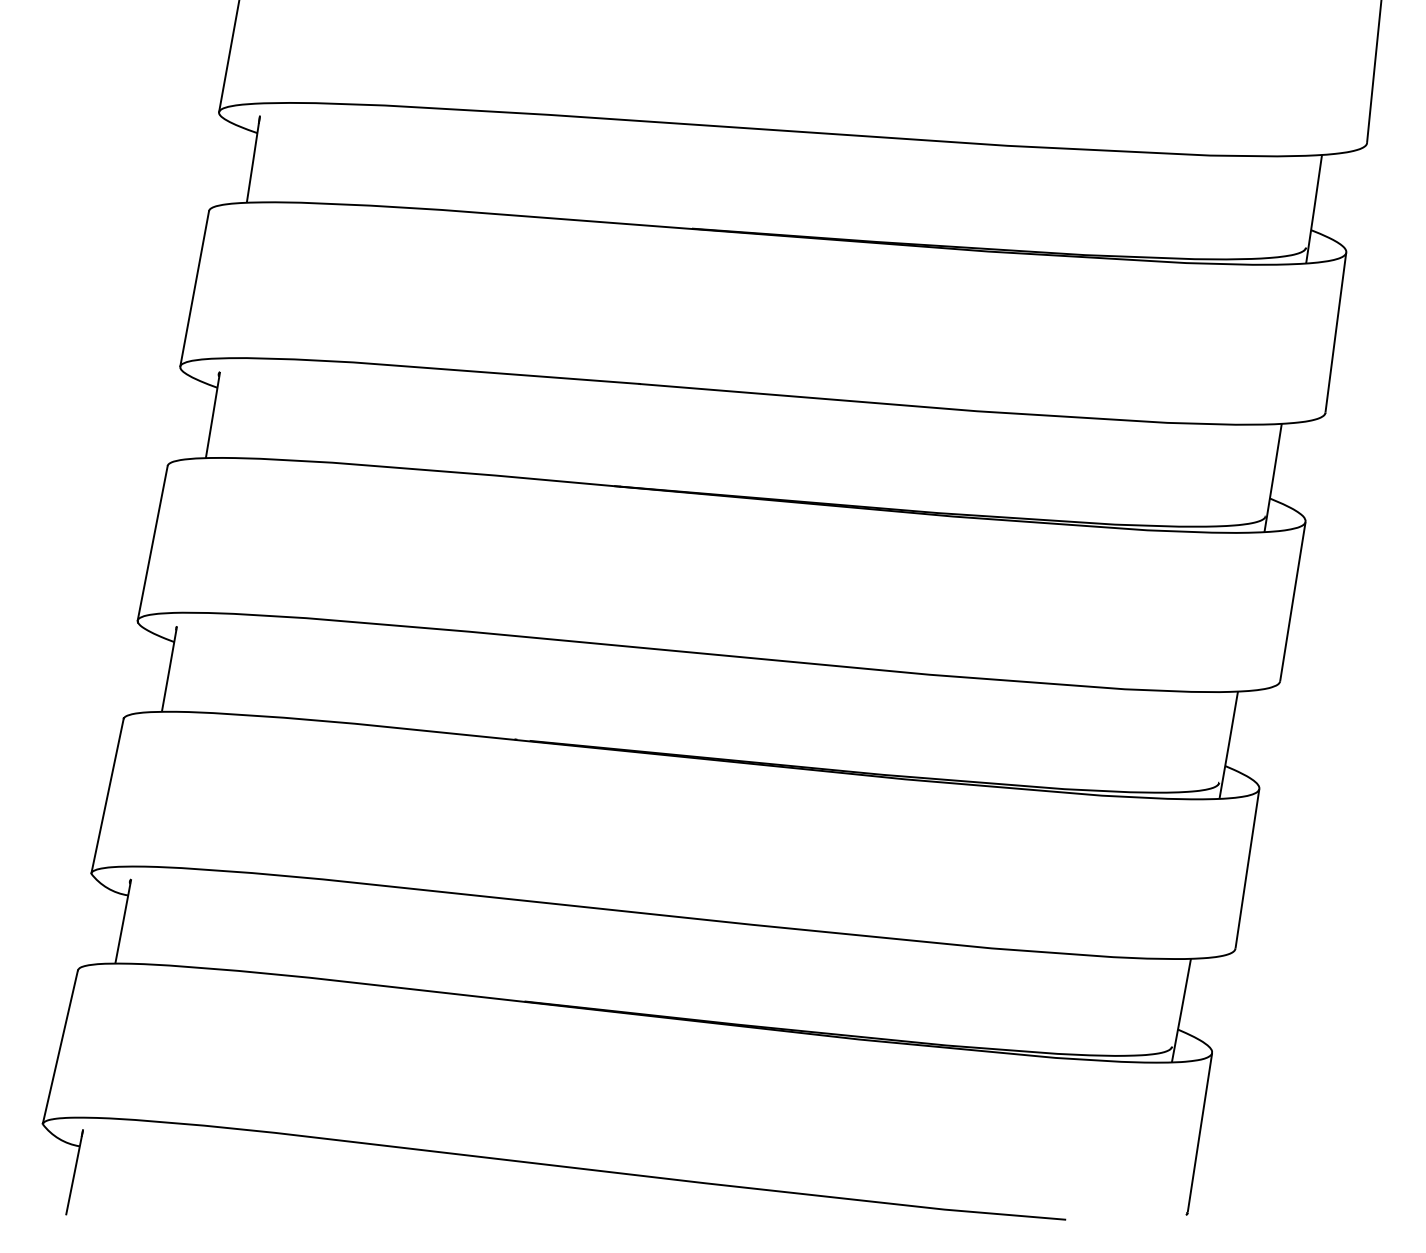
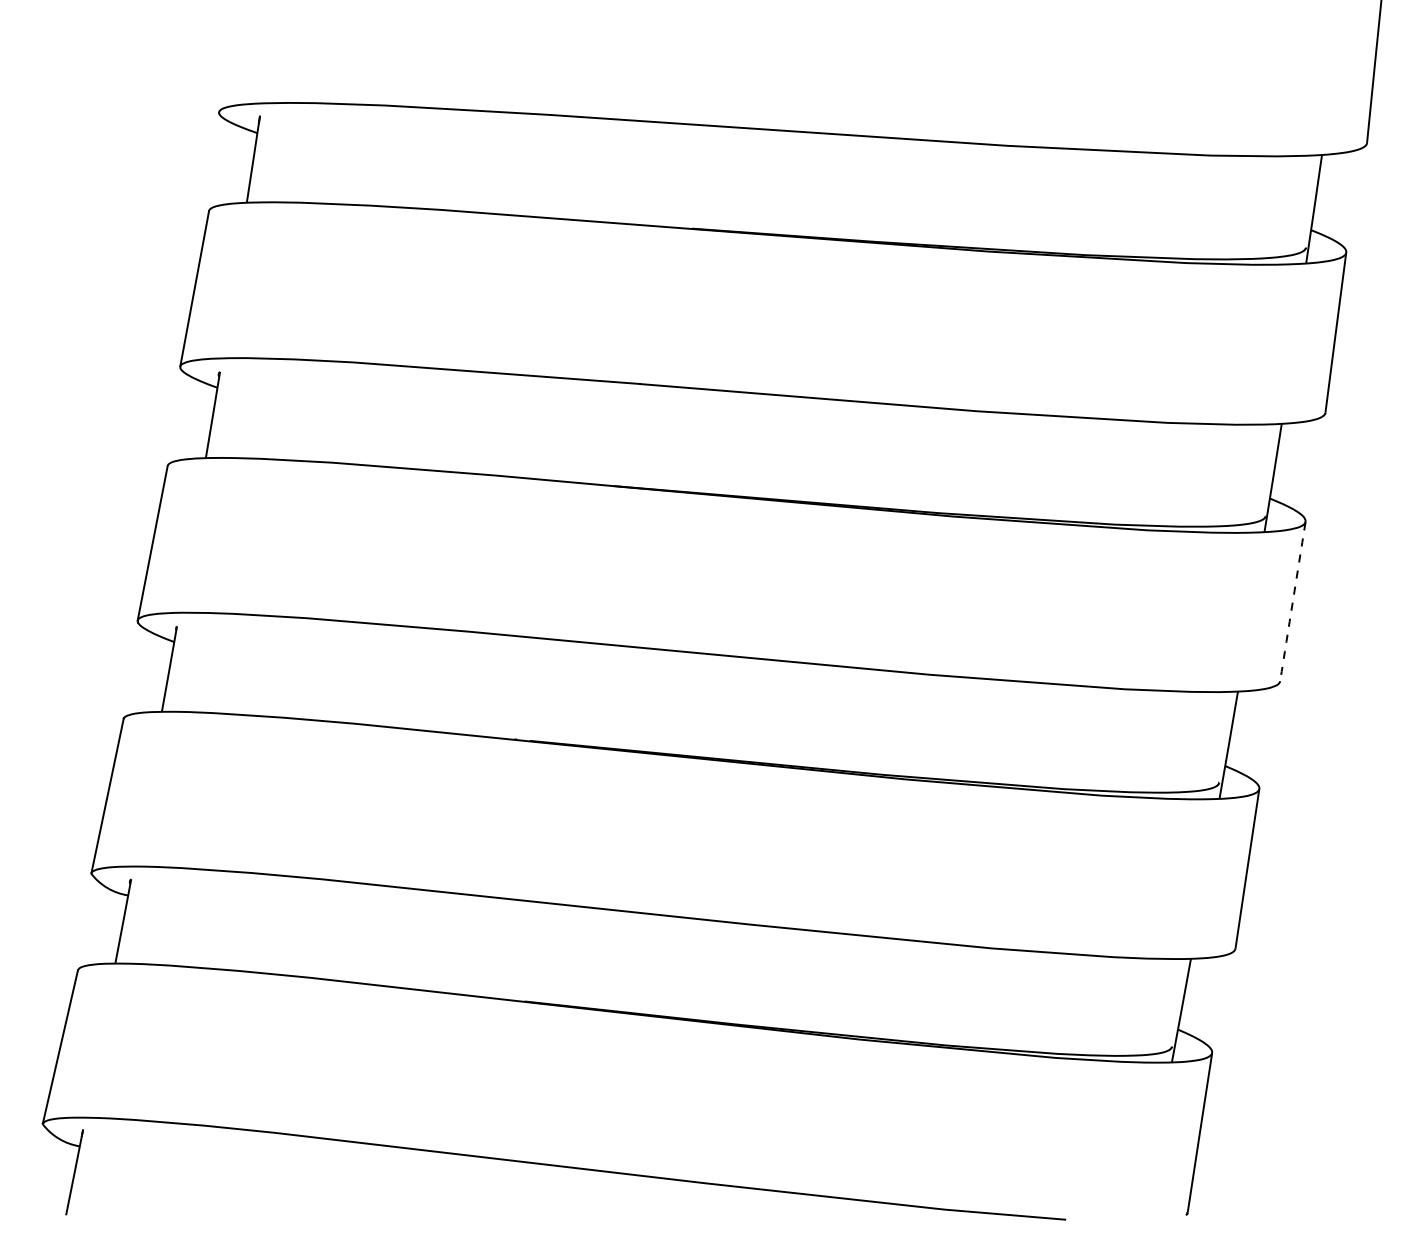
line at (229, 57): present -> none
arc at (1292, 601): solid -> dashed
